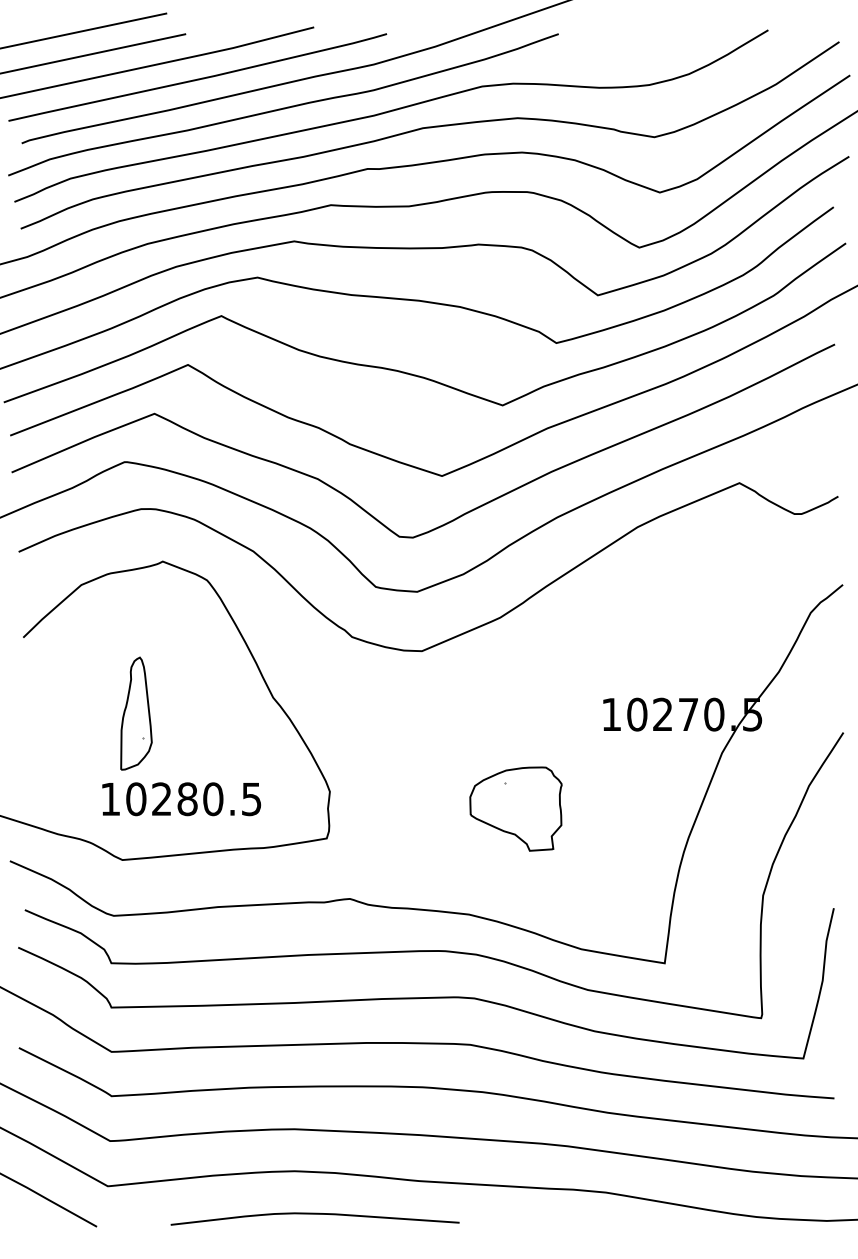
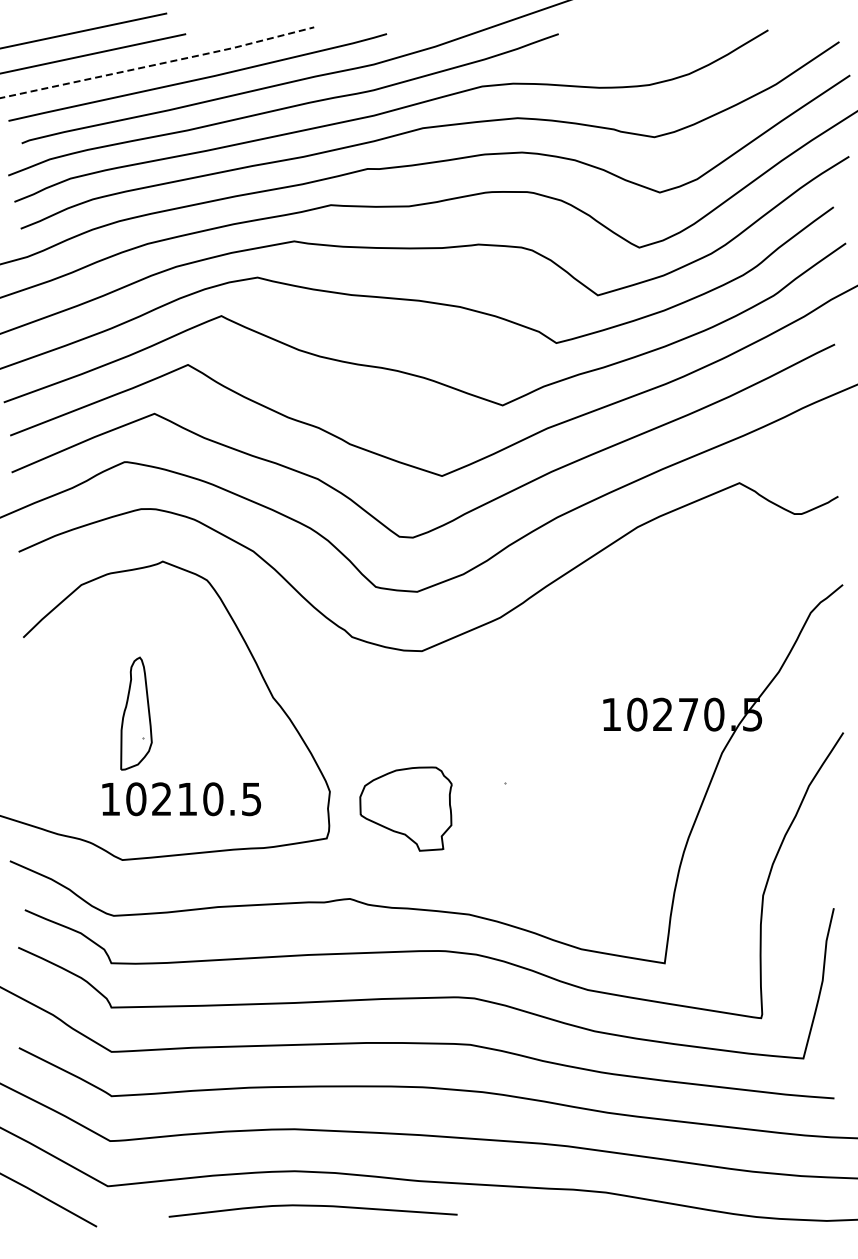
line at (159, 64): solid -> dashed
text at (187, 799): 10280.5 -> 10210.5
part at (515, 808) position: (515, 808) -> (405, 808)
curve at (314, 1214) position: (314, 1214) -> (312, 1206)
